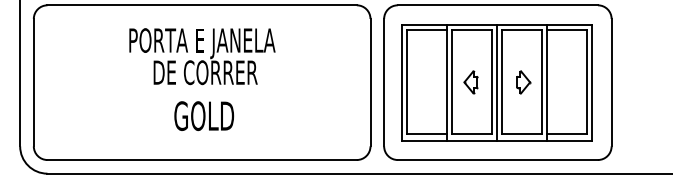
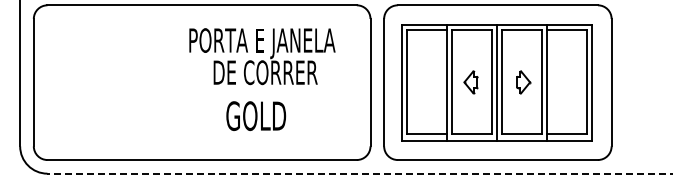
text at (202, 56) position: (202, 56) -> (262, 56)
text at (204, 115) position: (204, 115) -> (256, 115)
line at (359, 173): solid -> dashed
